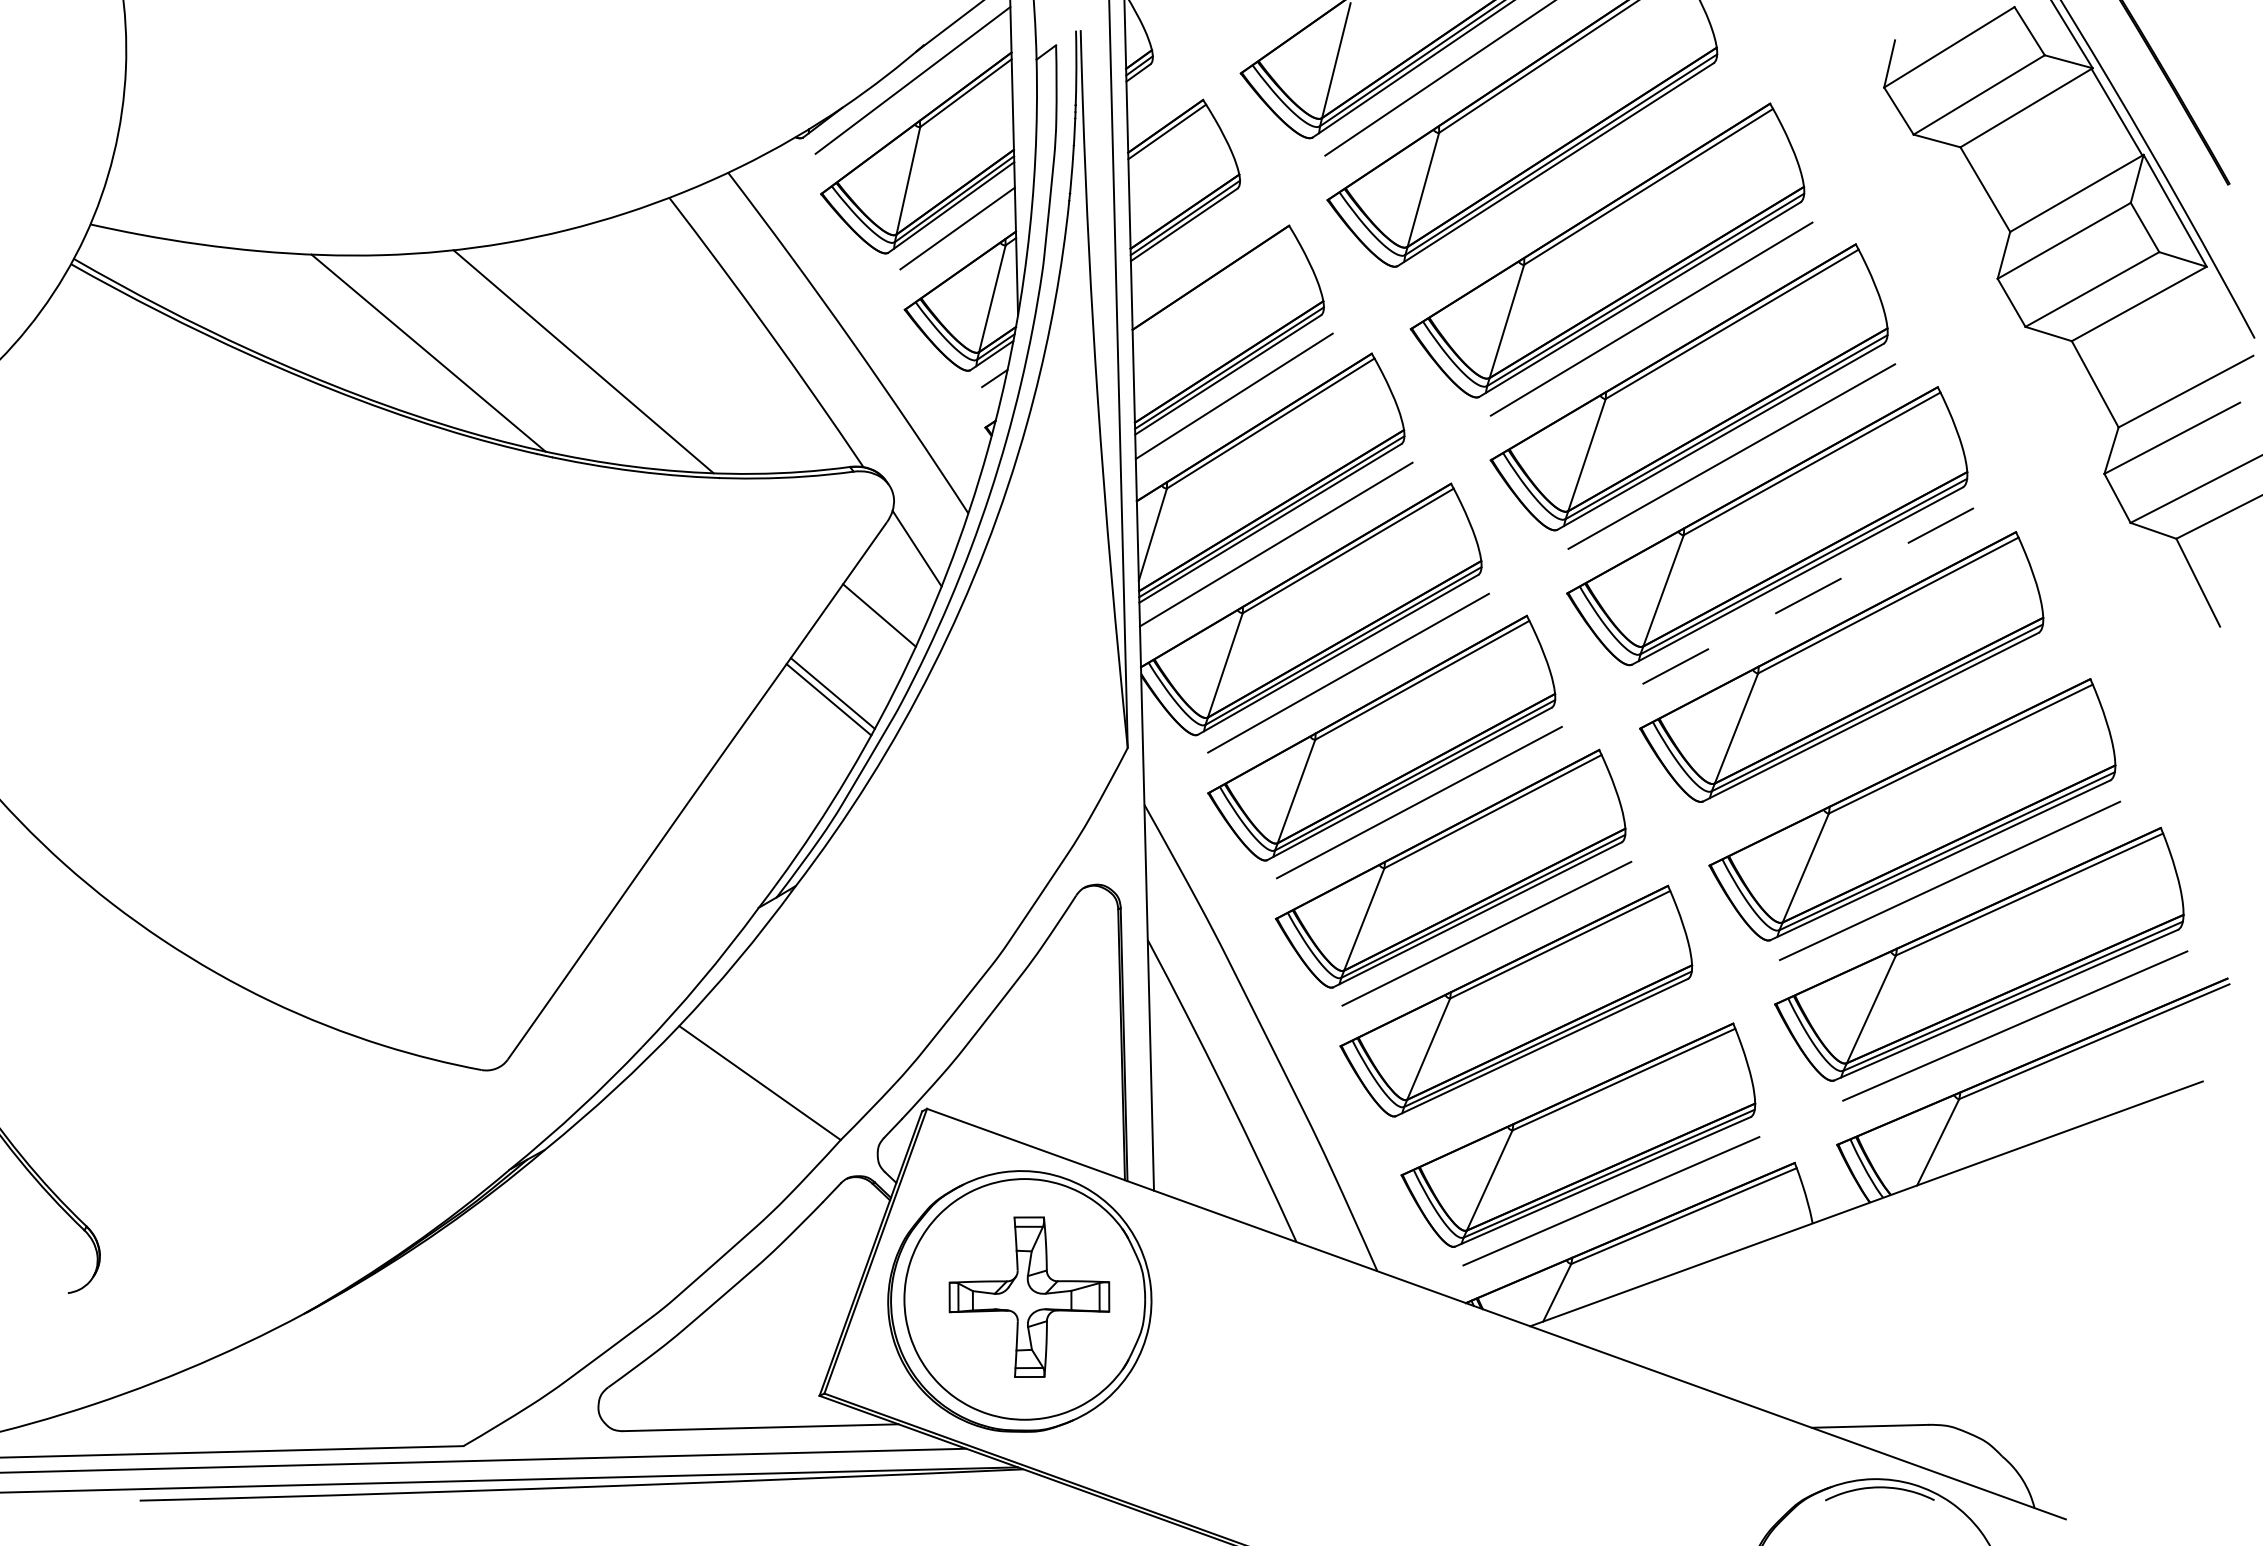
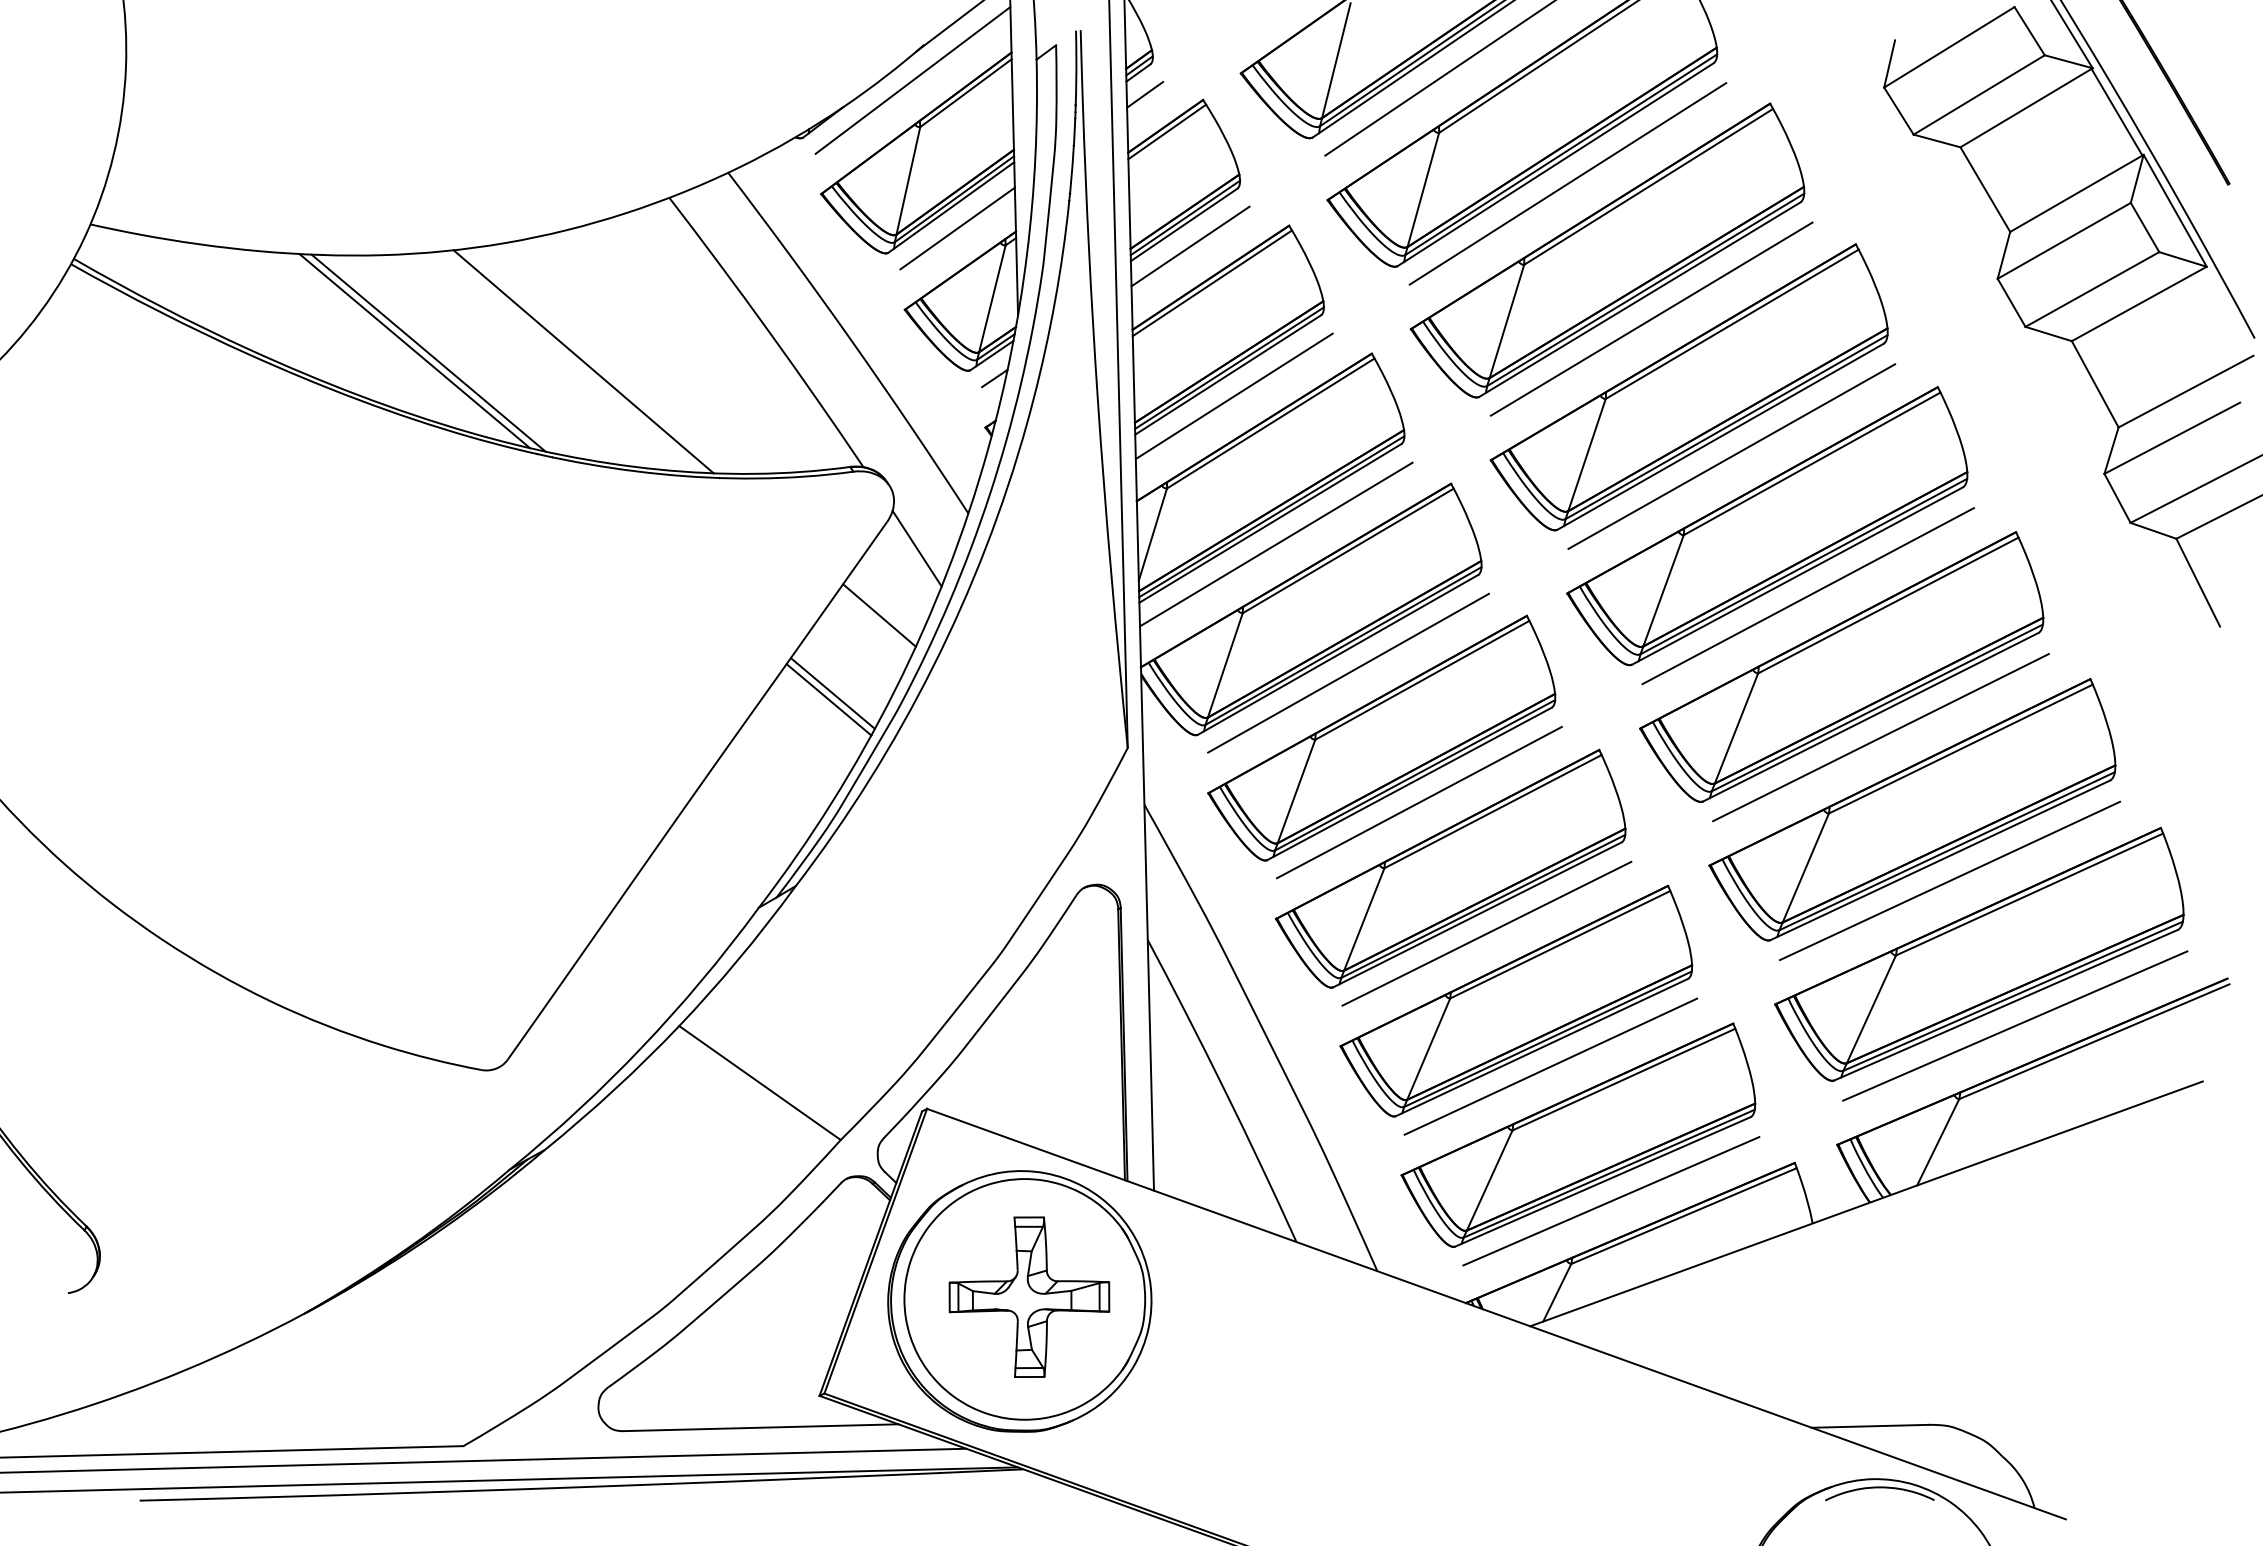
line at (1145, 94): none -> present
line at (1567, 183): none -> present
line at (1190, 246): none -> present
line at (1212, 283): none -> present
line at (414, 351): none -> present
line at (1808, 596): dashed -> solid
line at (1880, 737): none -> present
line at (1550, 1066): none -> present
